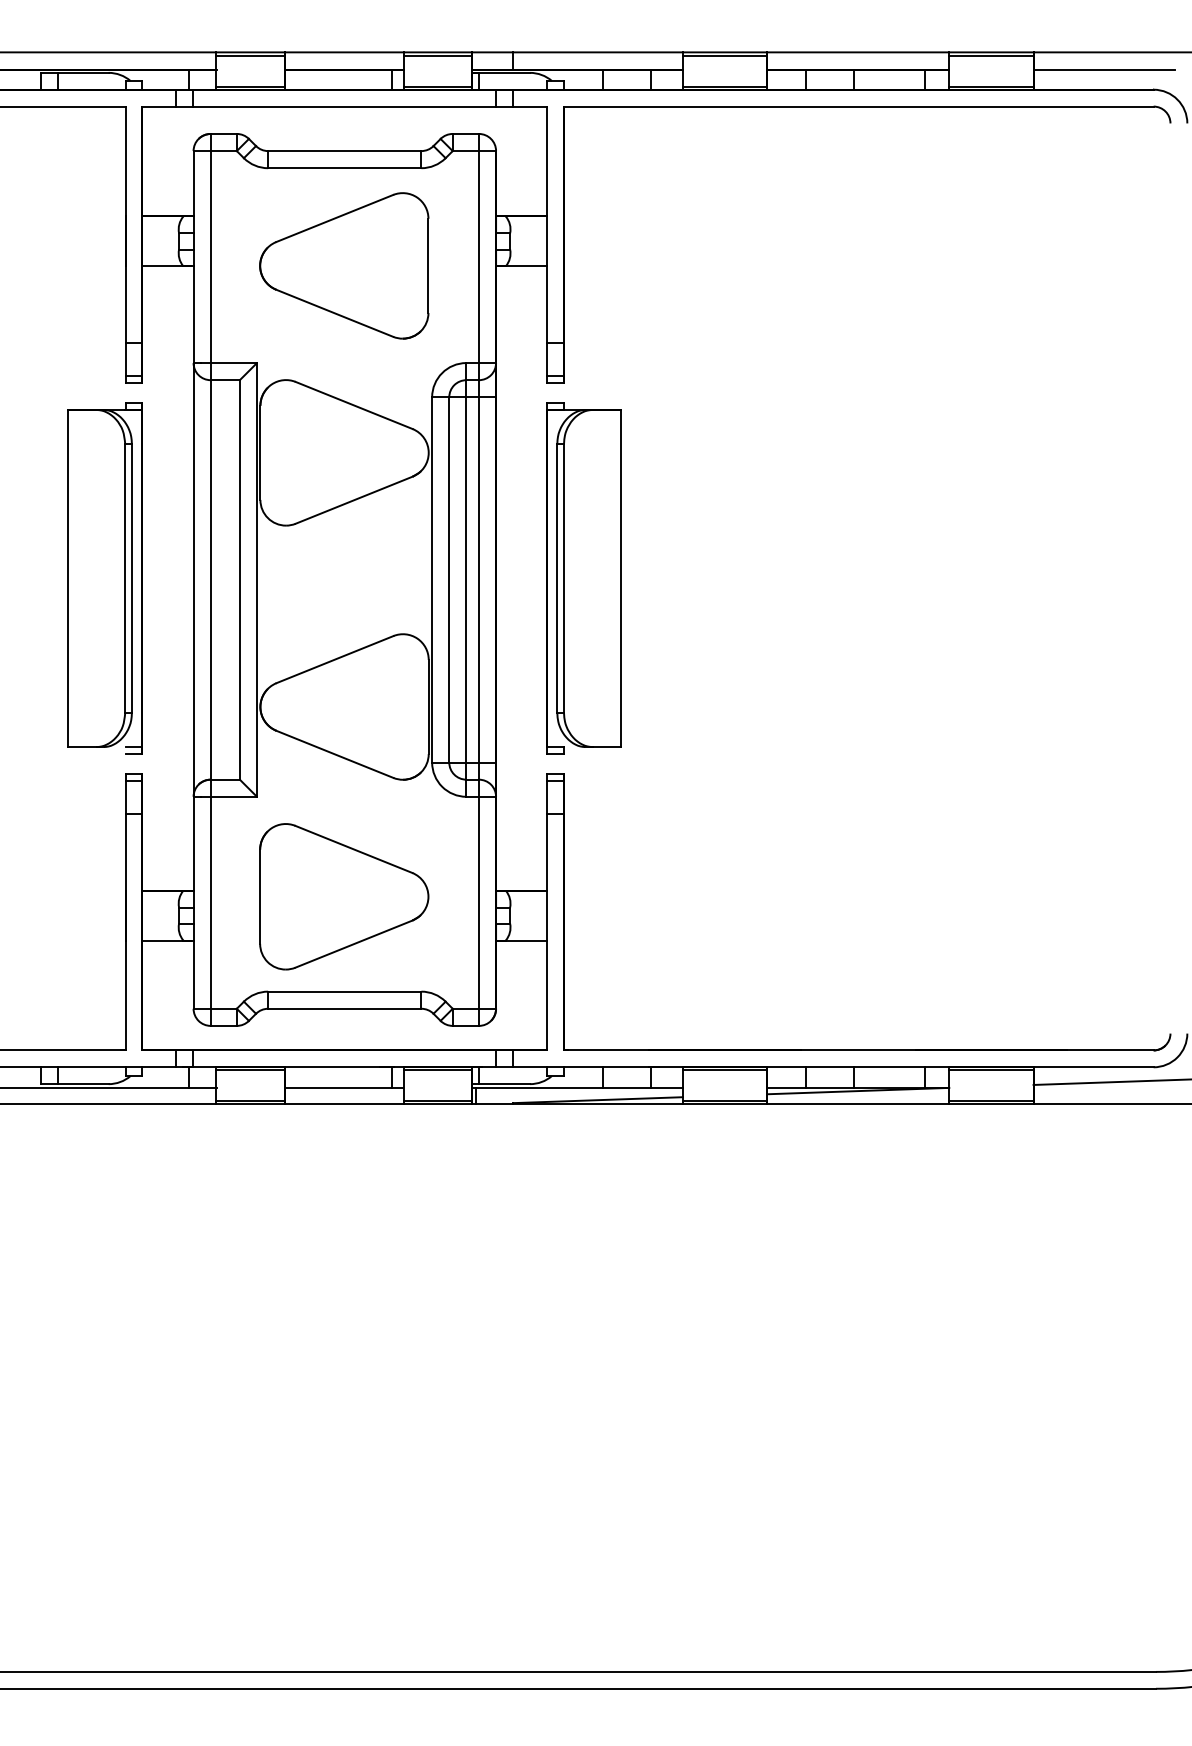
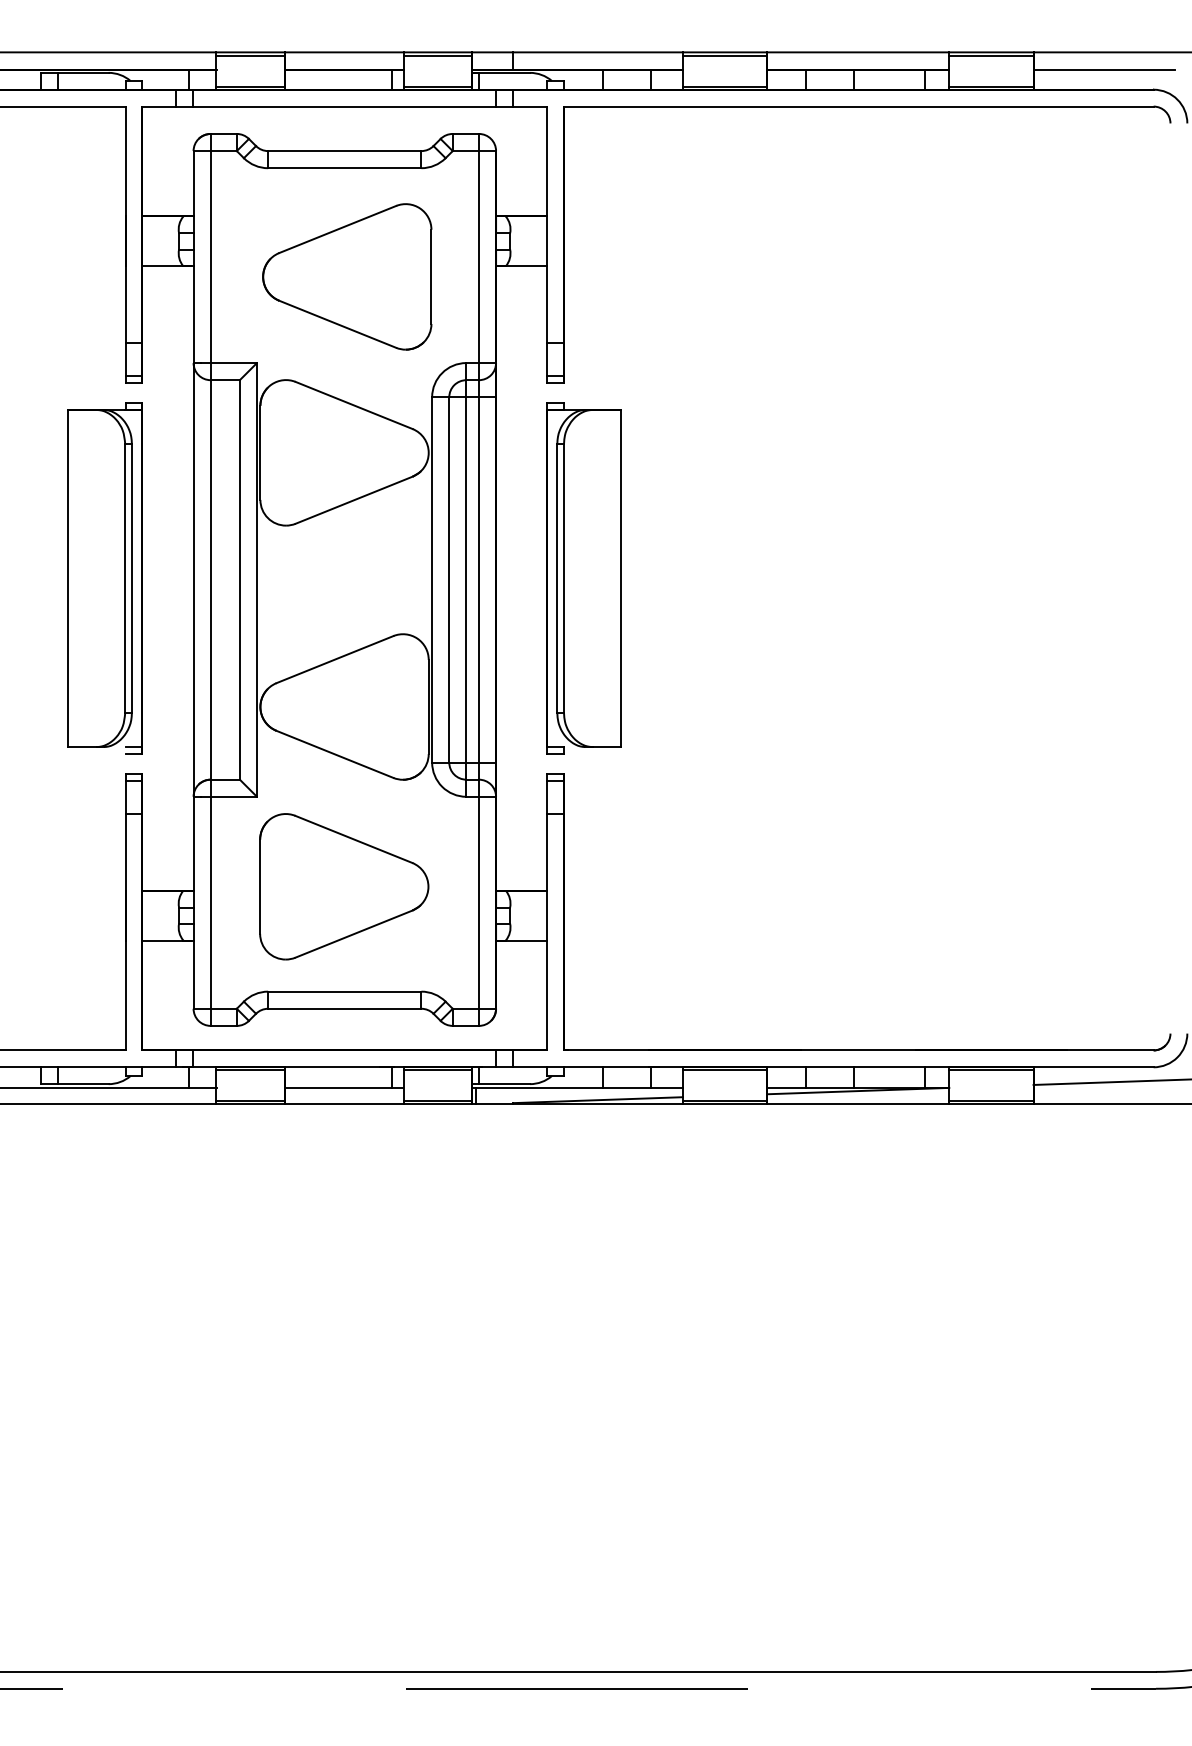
part at (344, 265) position: (344, 265) -> (347, 276)
part at (344, 896) position: (344, 896) -> (344, 886)
line at (578, 1688): solid -> dashed
